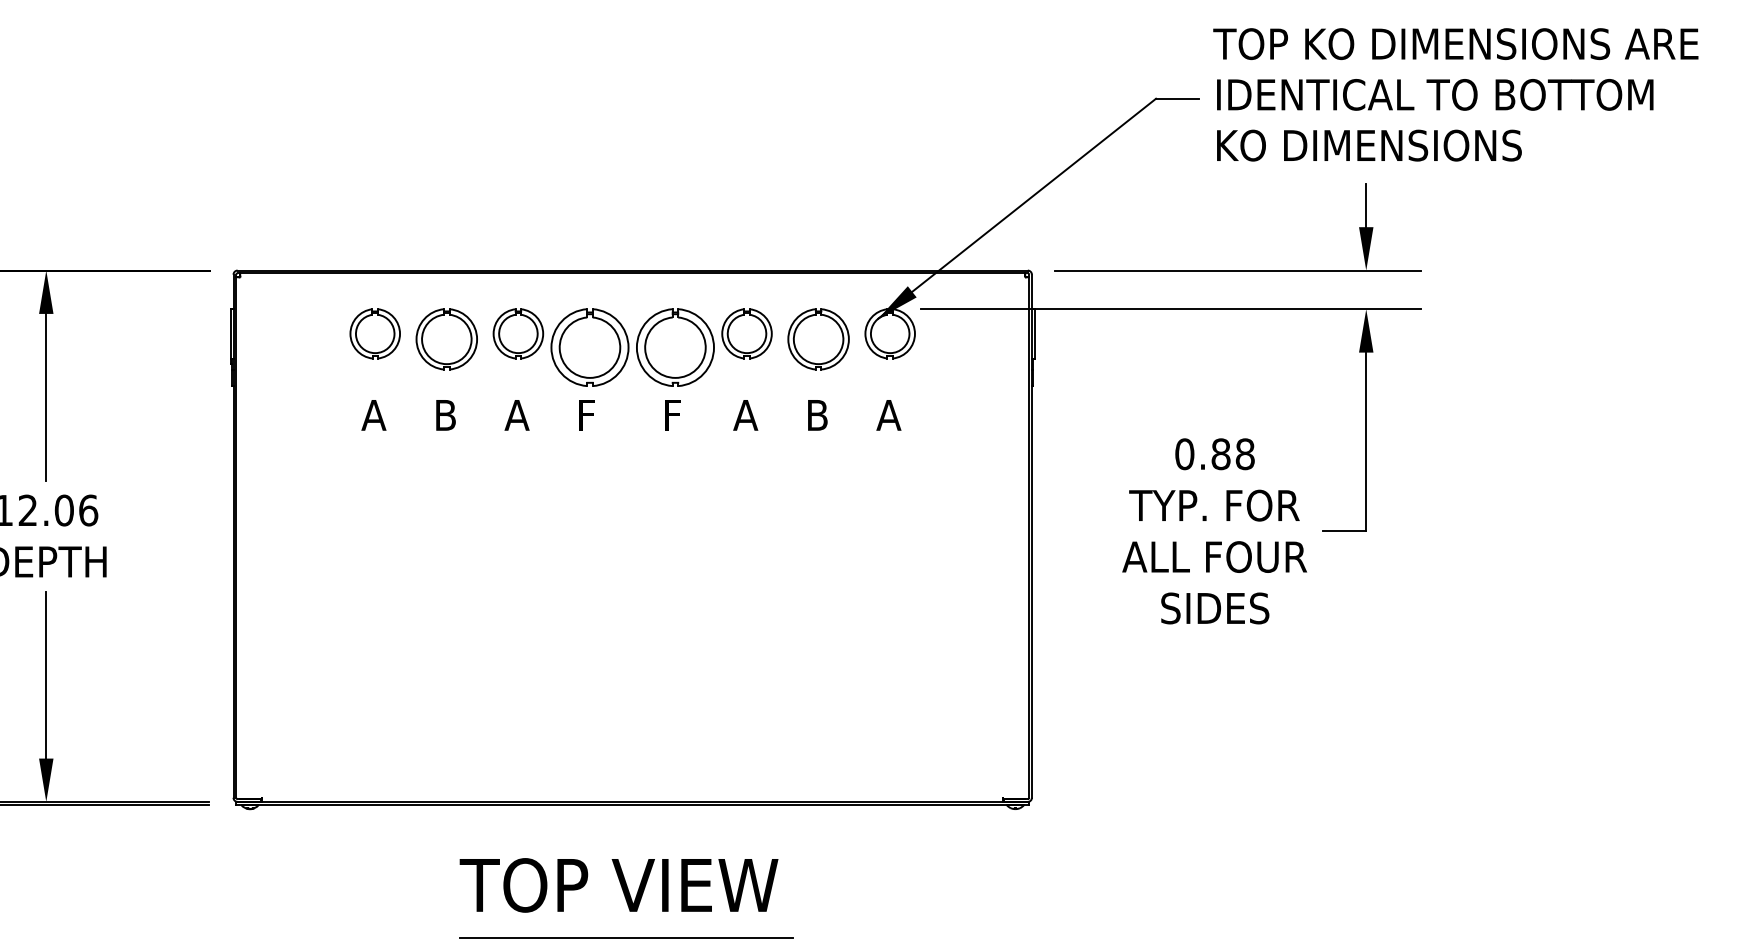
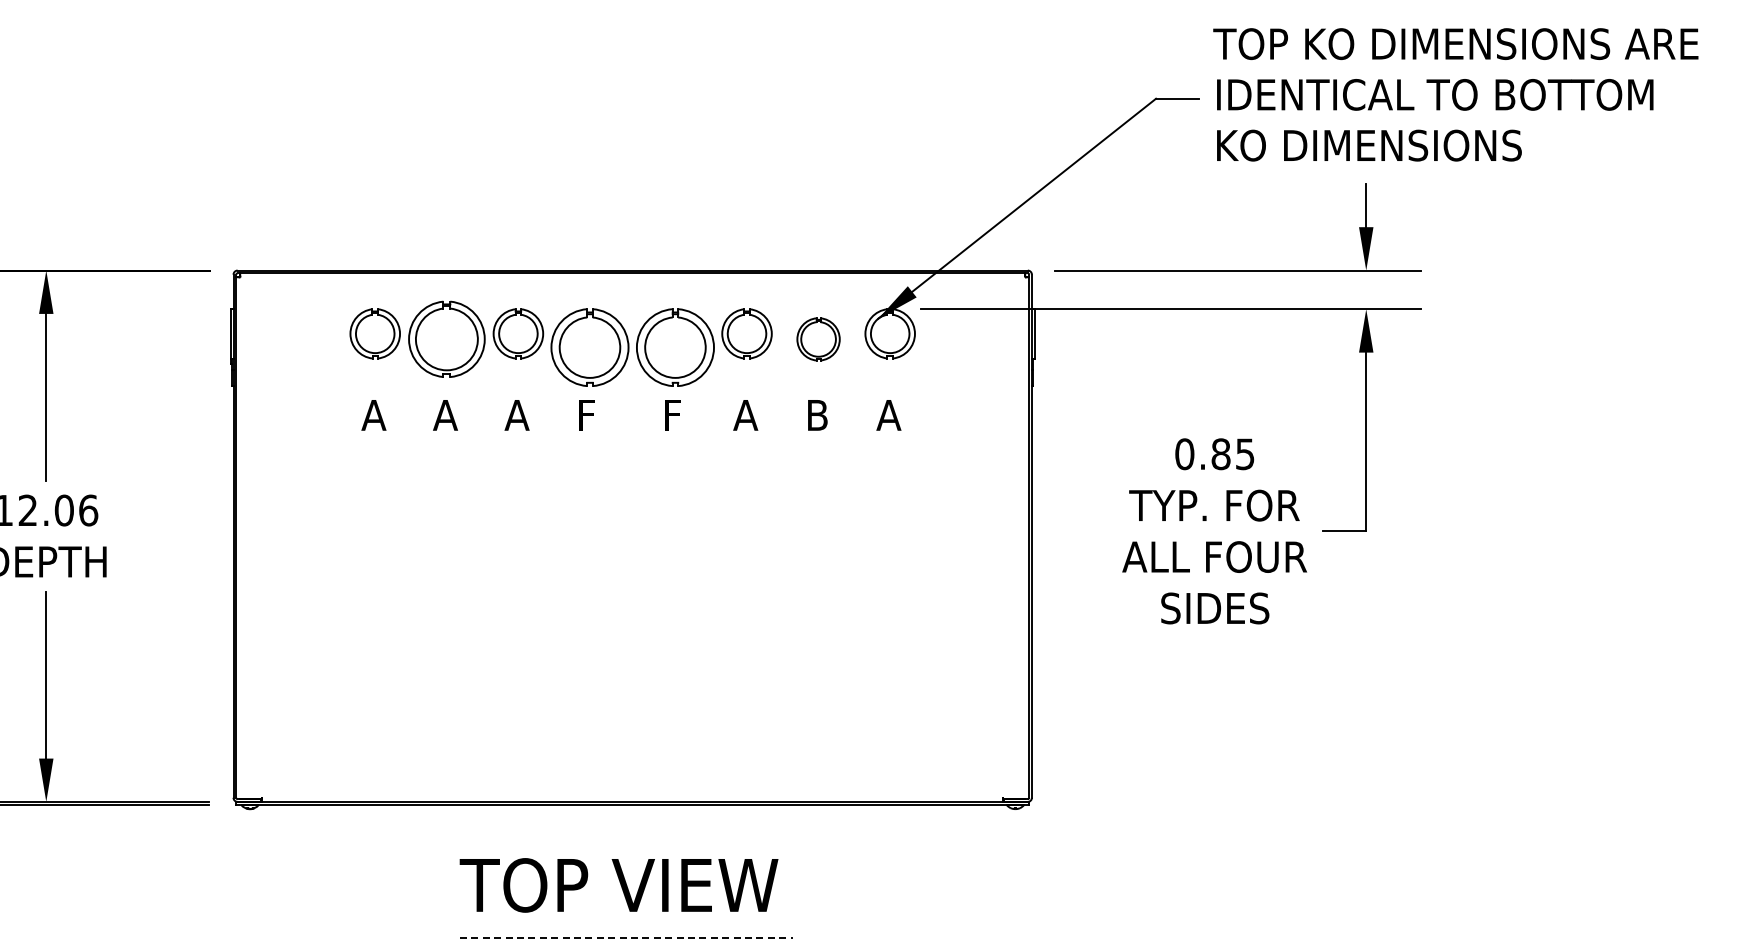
part at (446, 339) size: 63x63 px -> 78x78 px
part at (818, 339) size: 63x63 px -> 45x45 px
text at (445, 415): B -> A
text at (1244, 454): 0.88 -> 0.85
line at (626, 937): solid -> dashed
